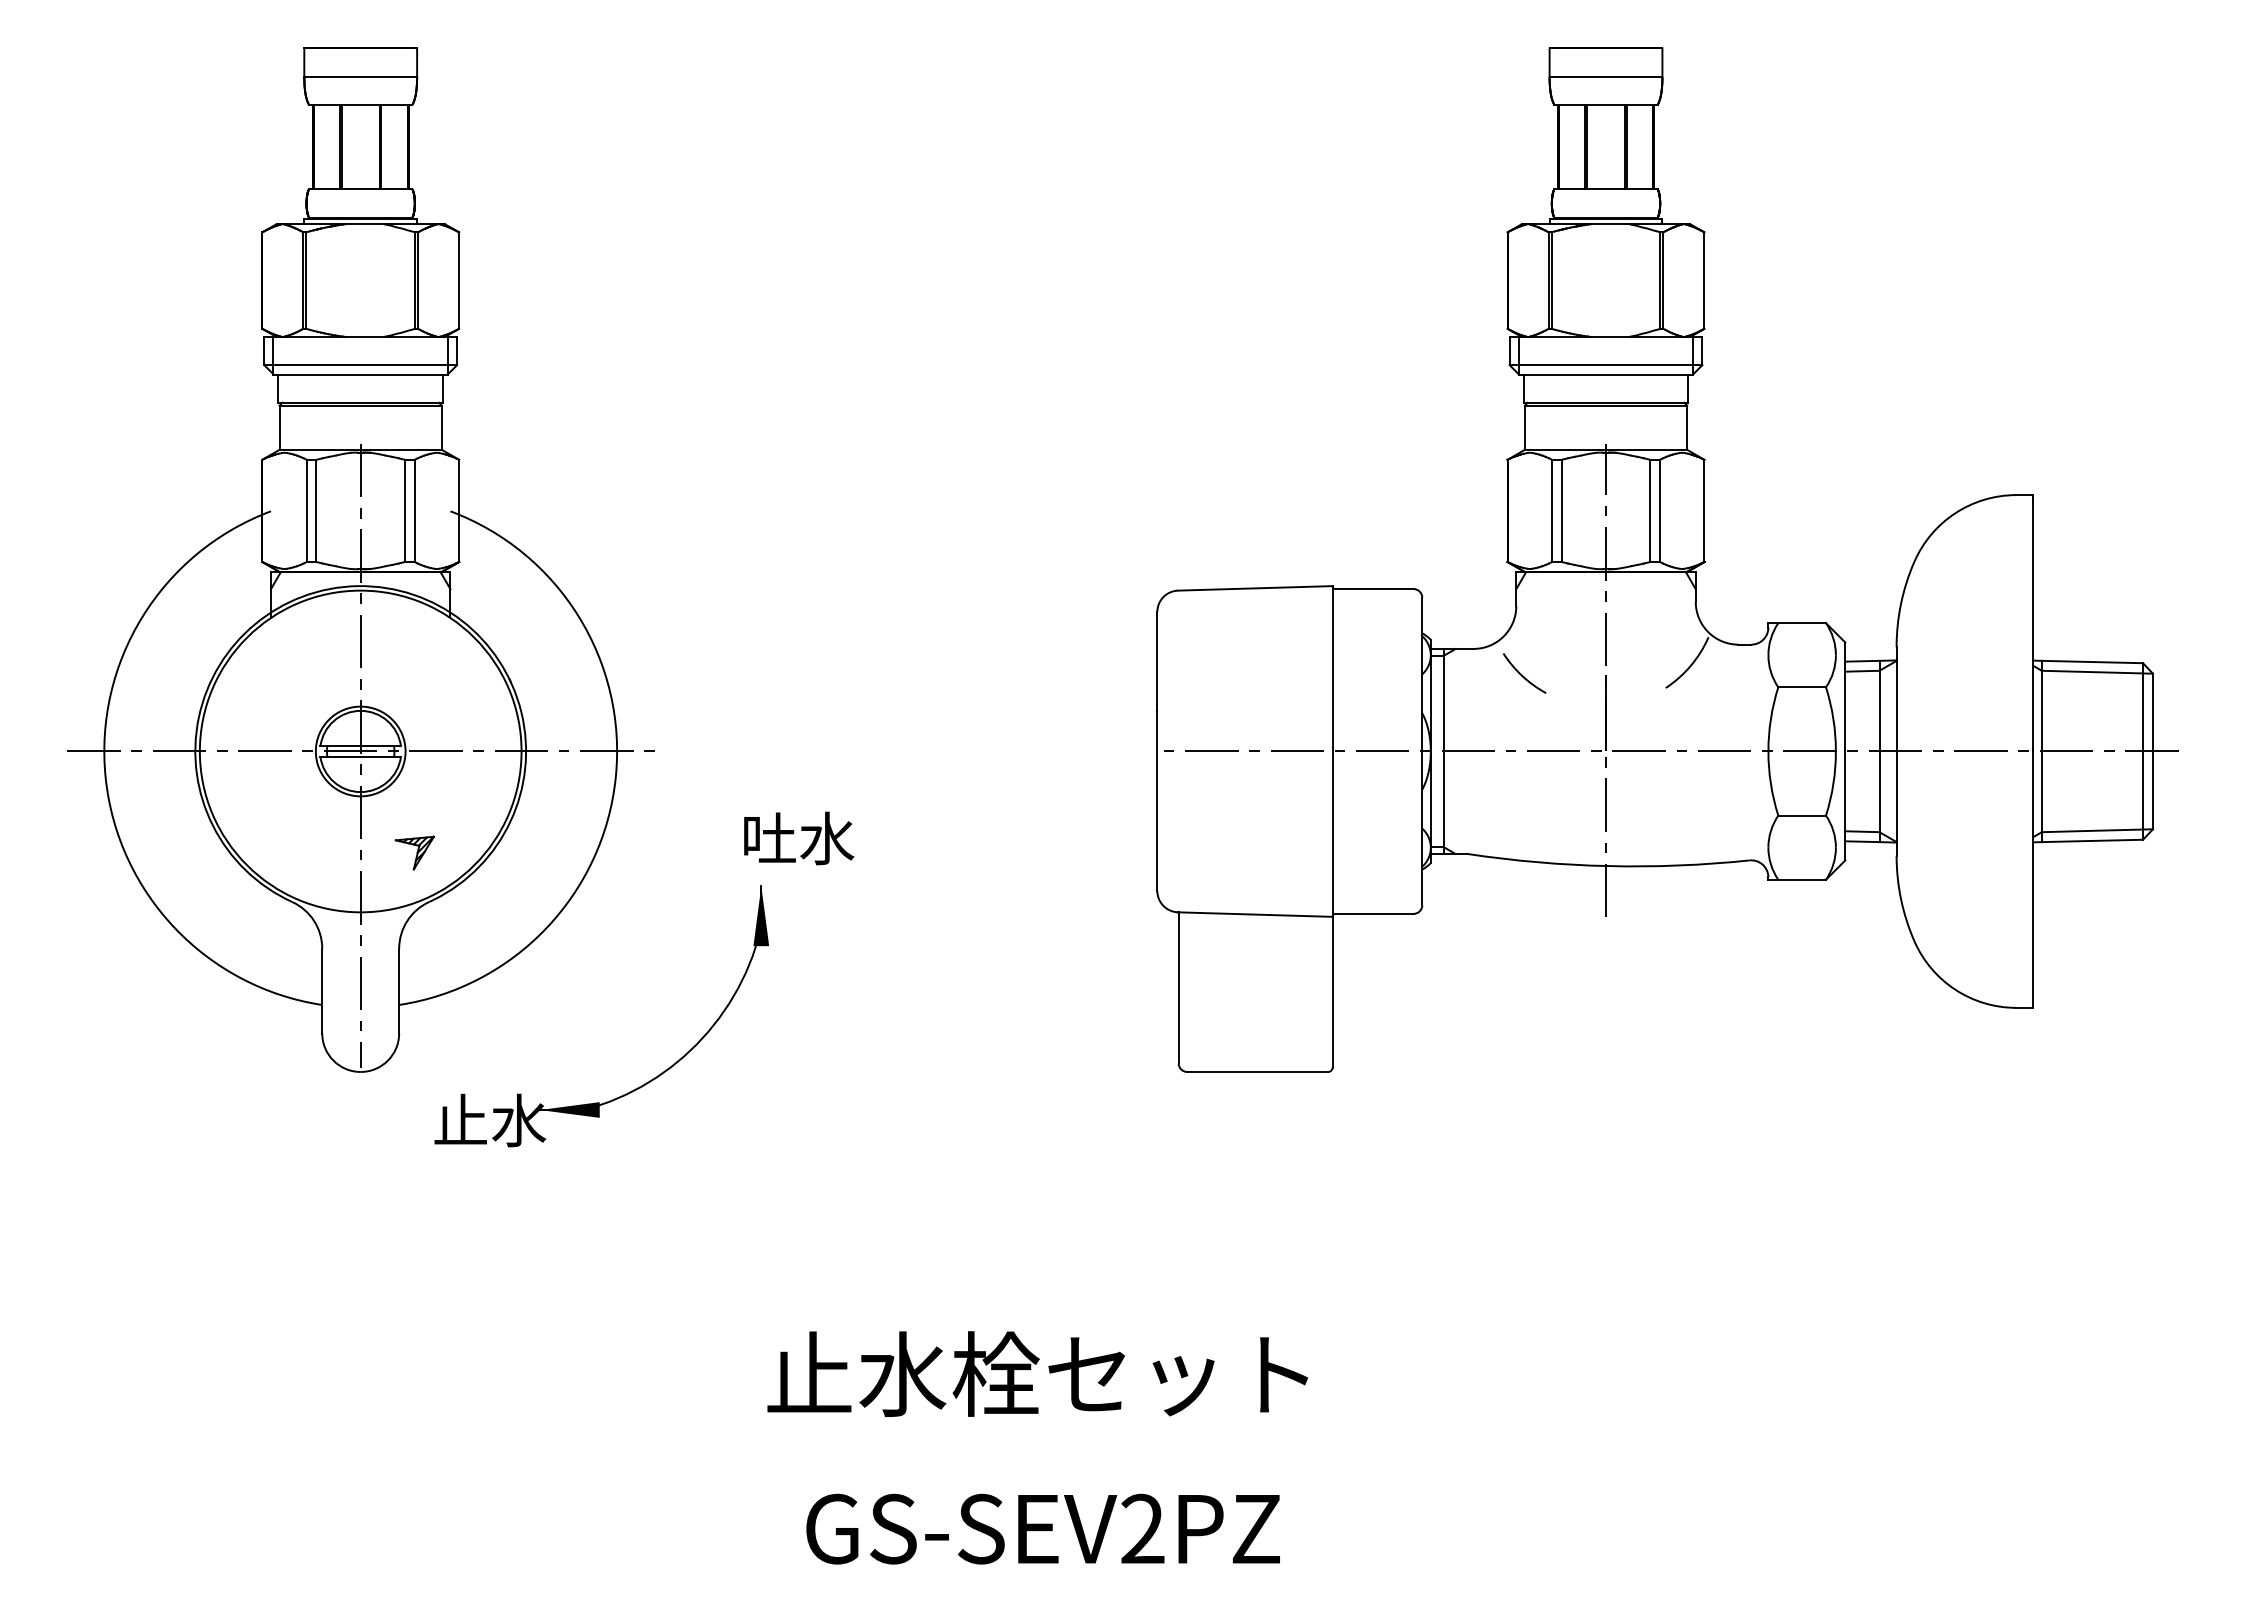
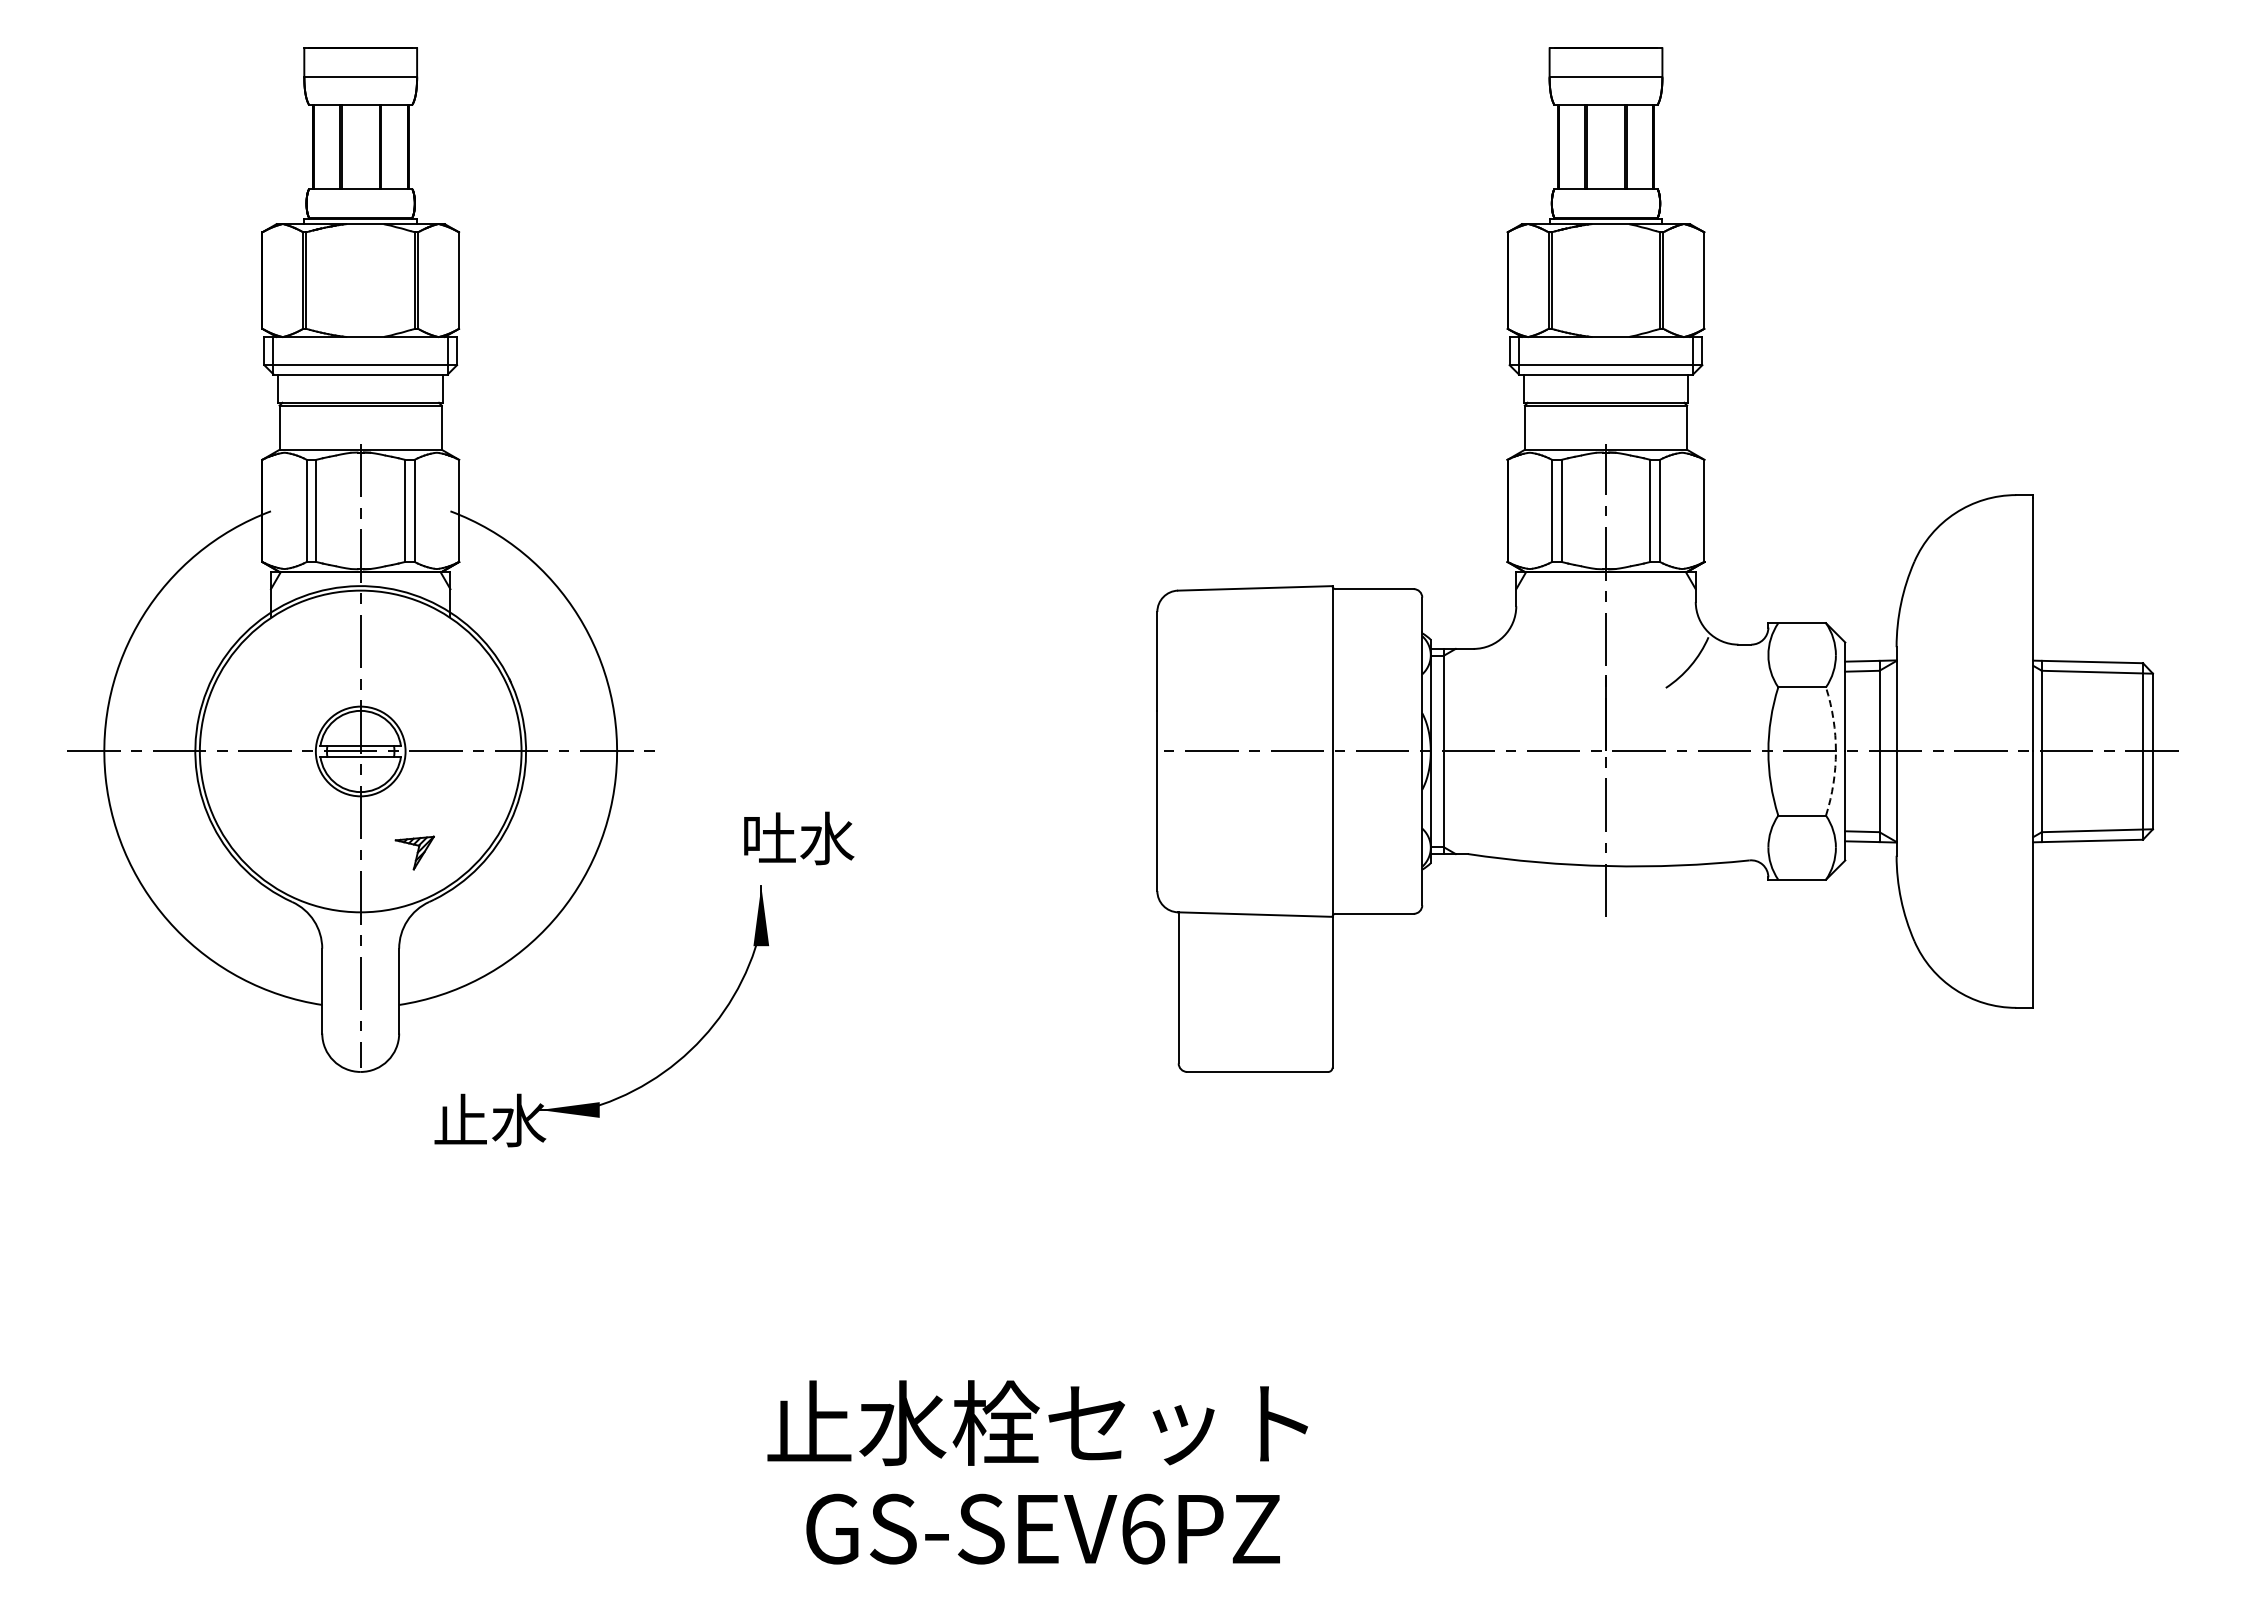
arc at (1522, 674): present -> none
arc at (1835, 751): solid -> dashed
text at (1037, 1373) position: (1037, 1373) -> (1037, 1422)
text at (1143, 1528): GS-SEV2PZ -> GS-SEV6PZ
